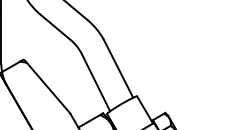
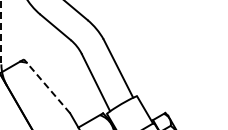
line at (1, 32): solid -> dashed
line at (48, 87): solid -> dashed
